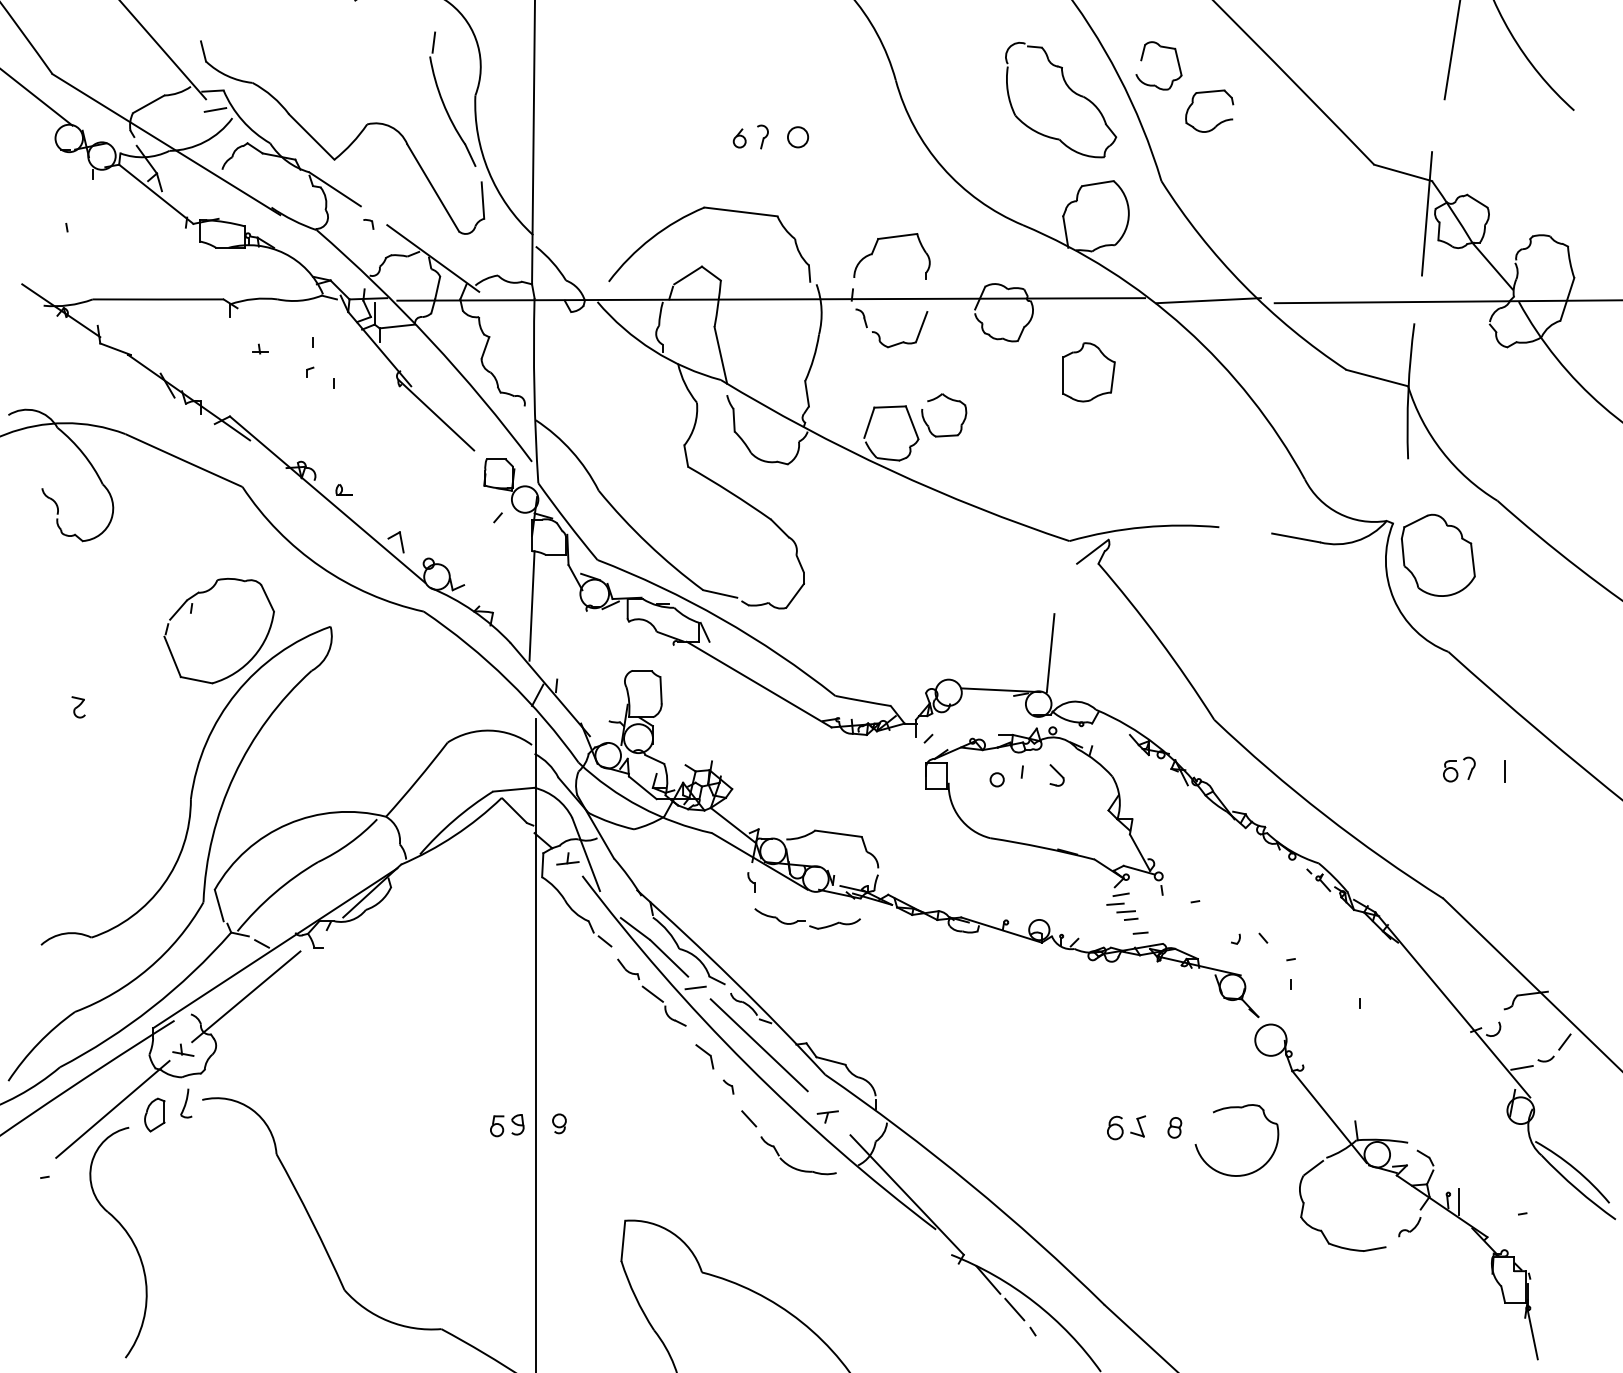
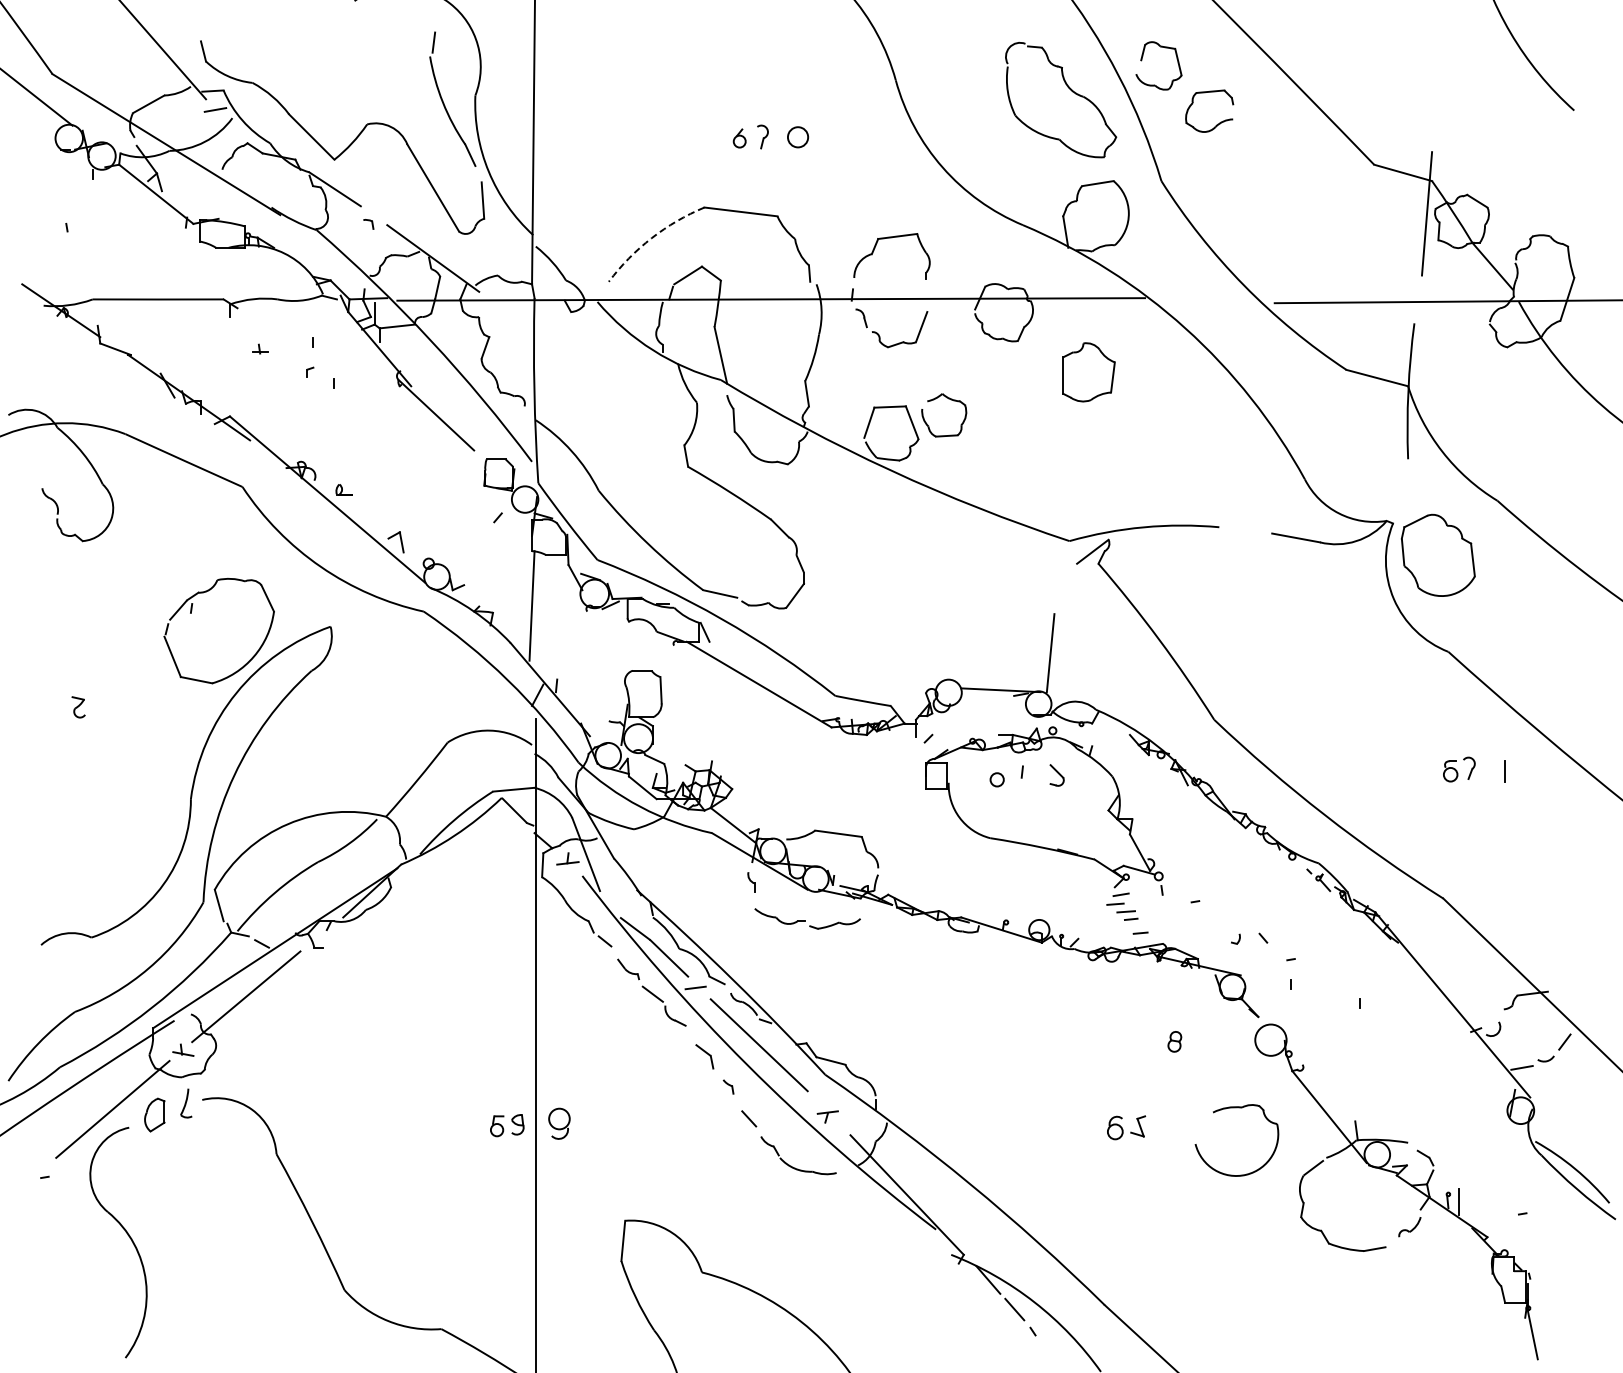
line at (1451, 50): present -> none
arc at (651, 238): solid -> dashed
line at (1208, 300): present -> none
part at (559, 1123) size: 15x22 px -> 23x33 px
part at (1174, 1127) position: (1174, 1127) -> (1174, 1041)
